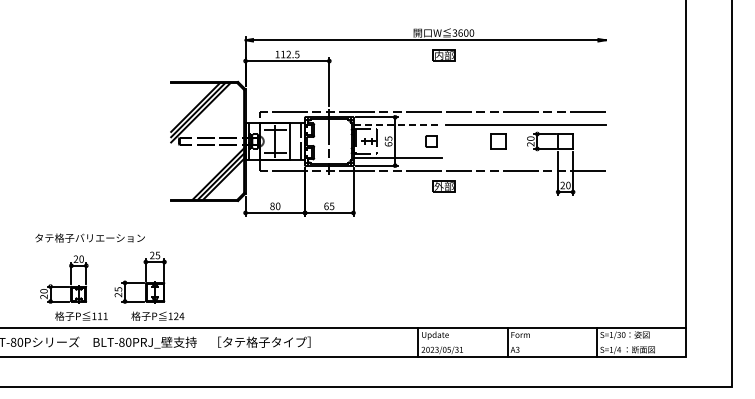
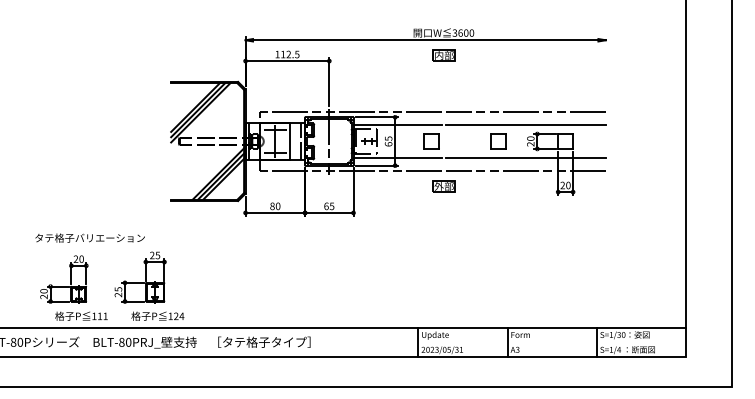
line at (398, 124): dashed -> solid
part at (431, 141) size: 13x13 px -> 17x17 px
line at (525, 158): none -> present
